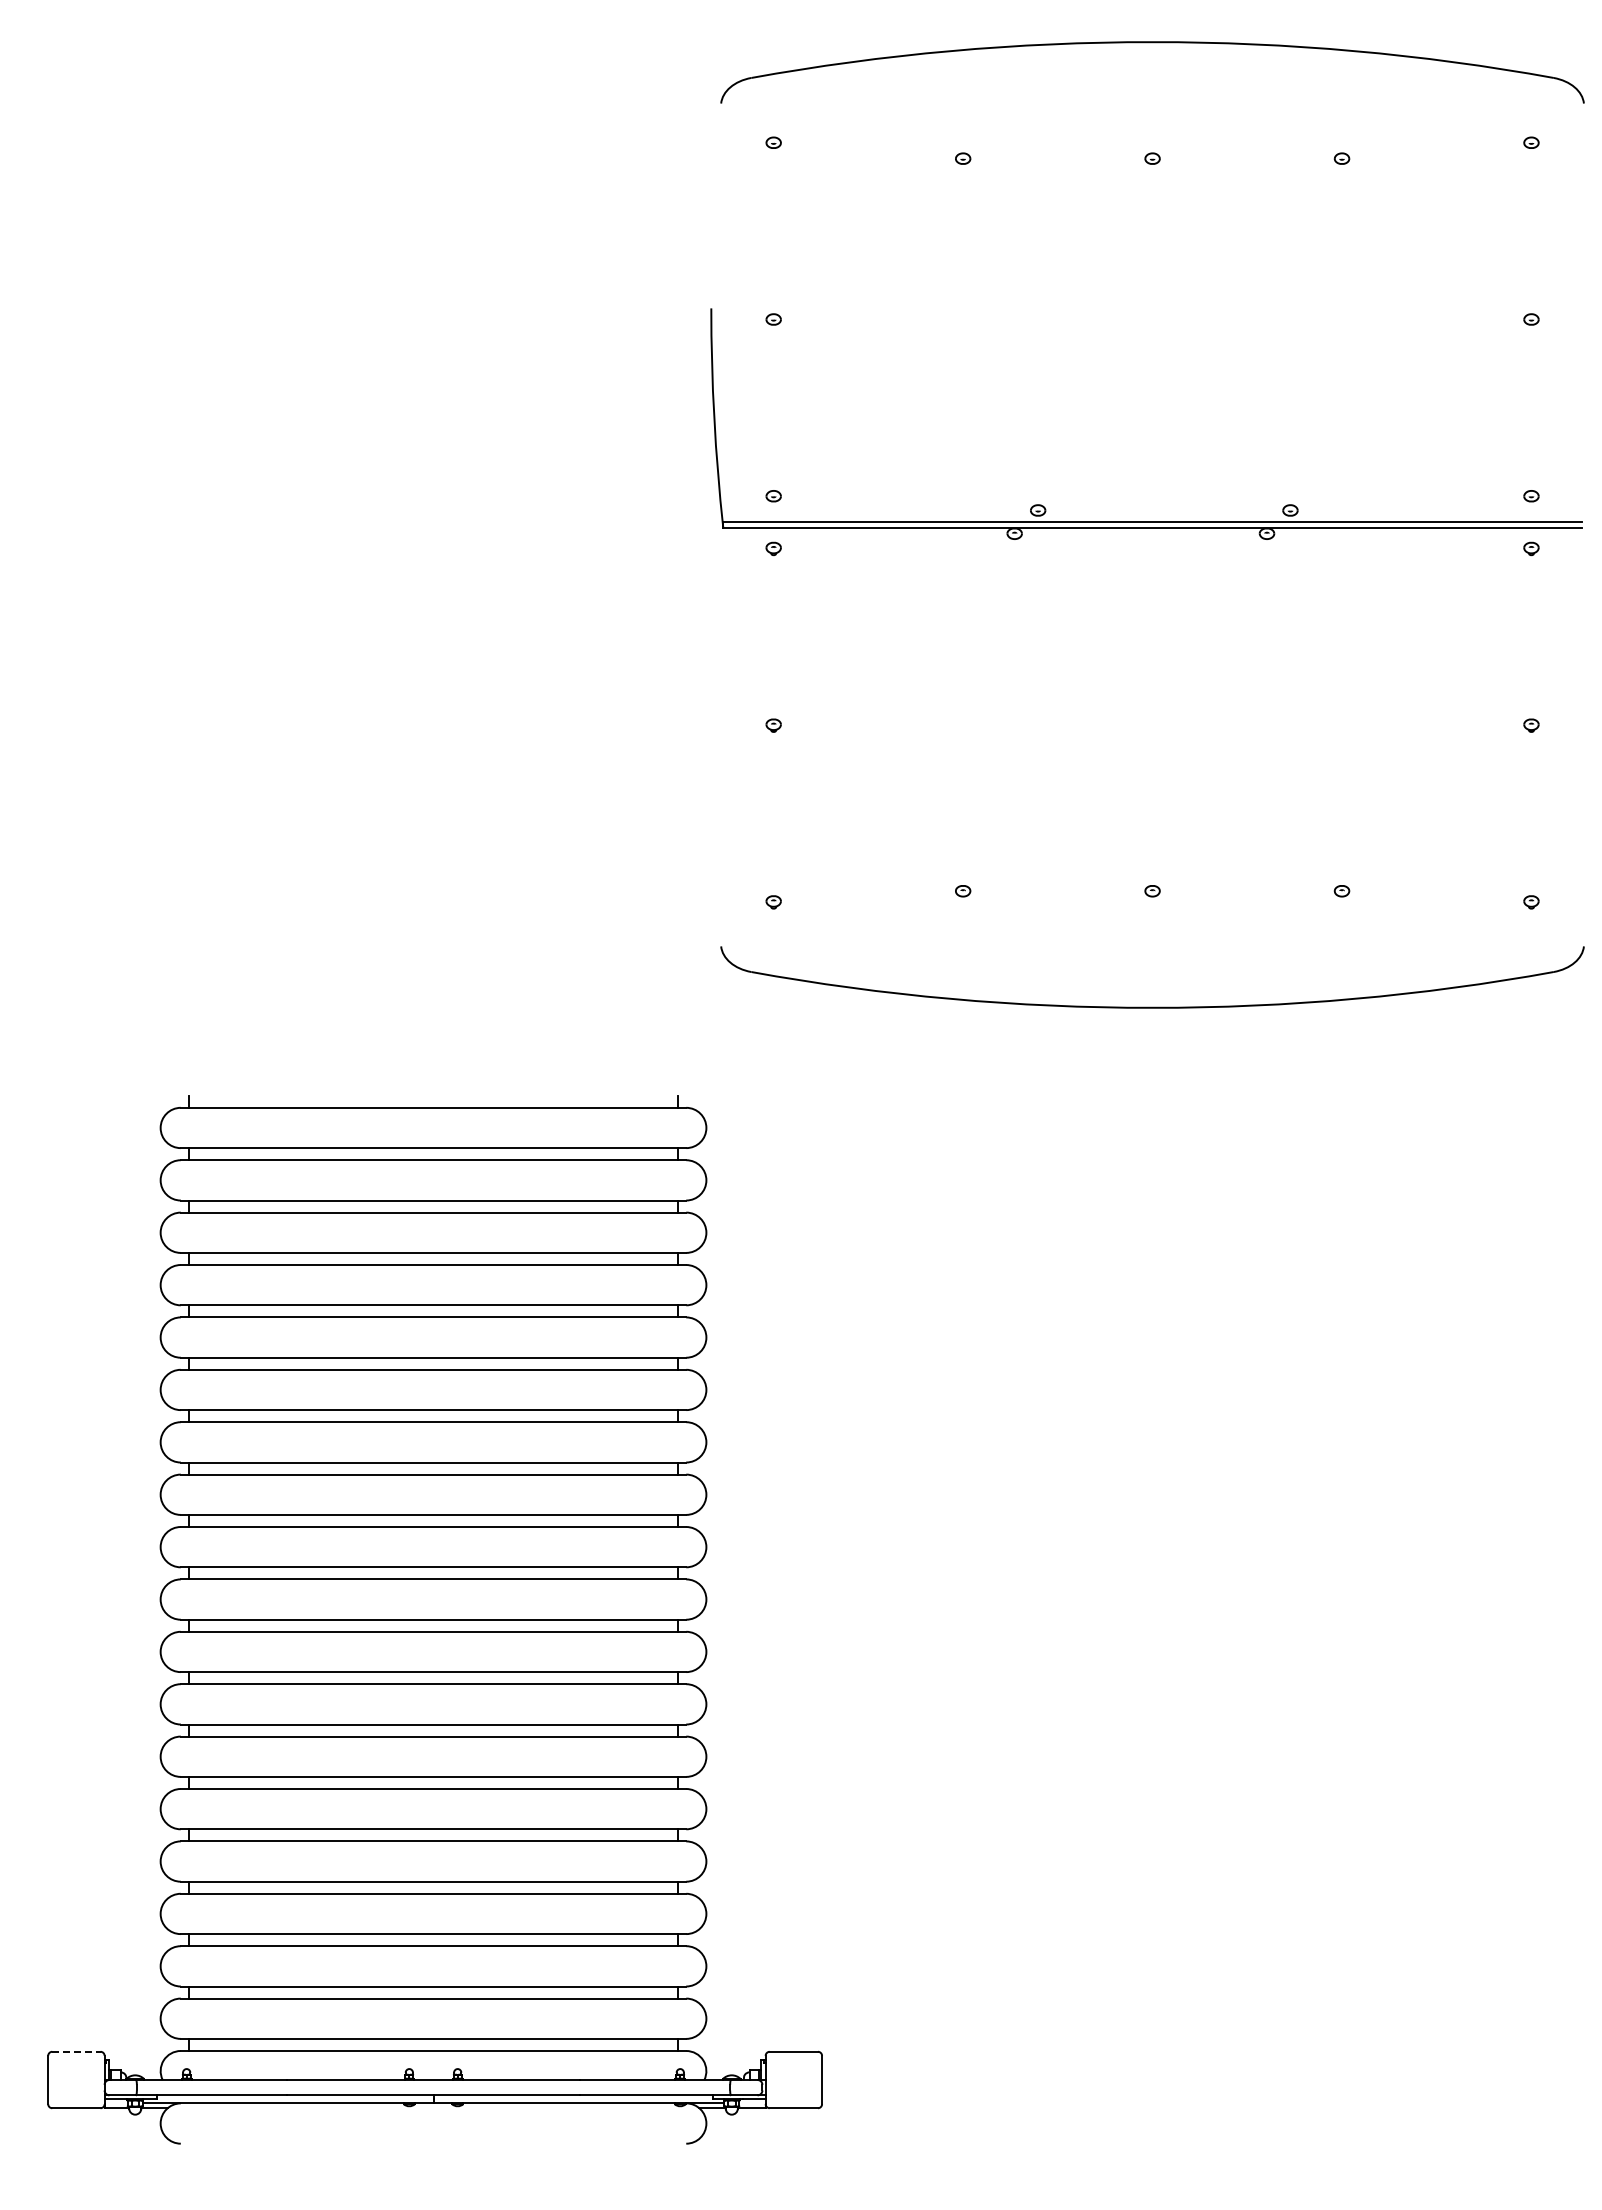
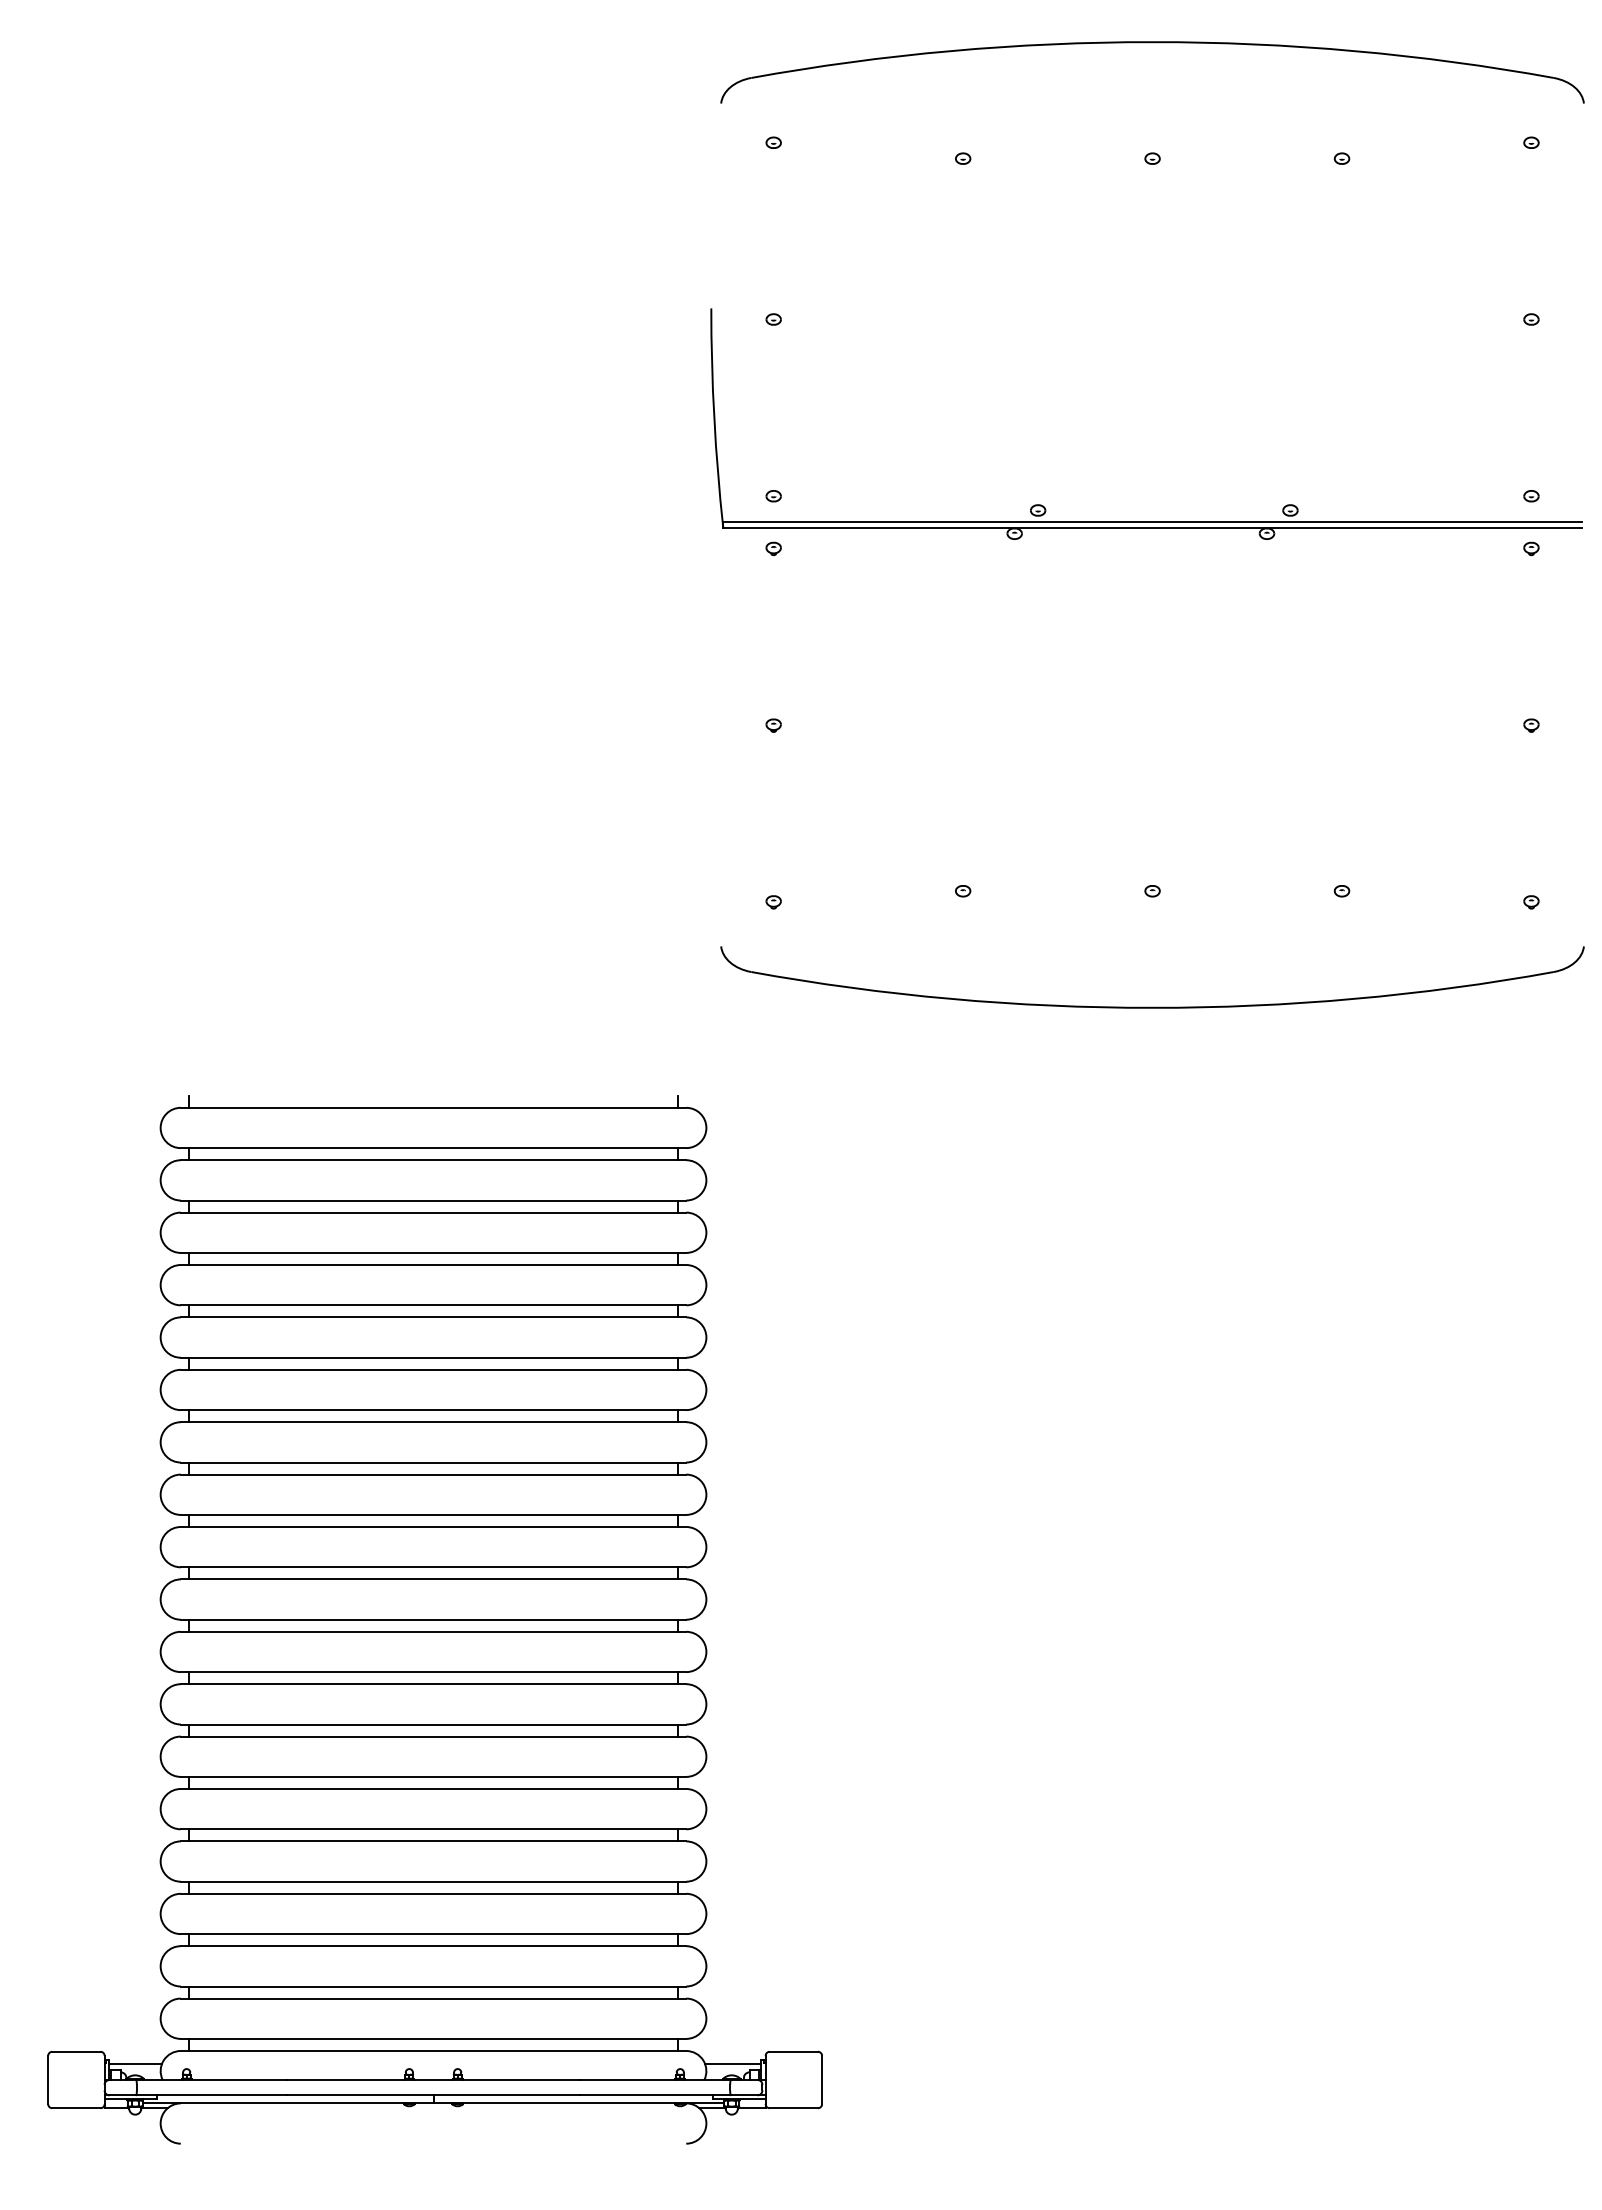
line at (76, 2051): dashed -> solid
line at (135, 2064): none -> present
line at (732, 2064): none -> present
